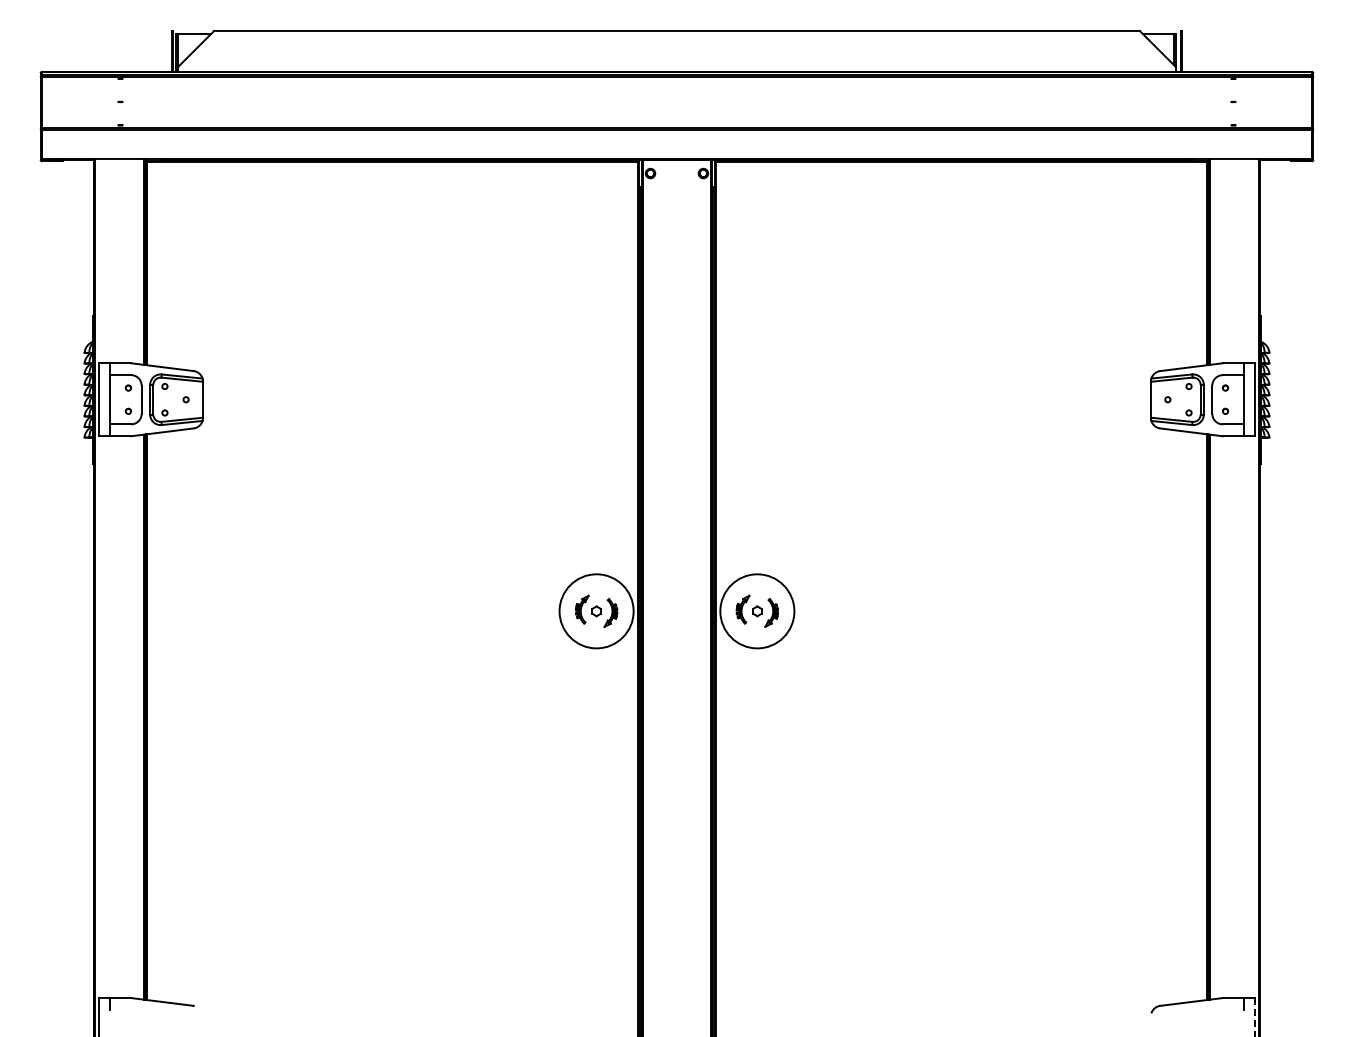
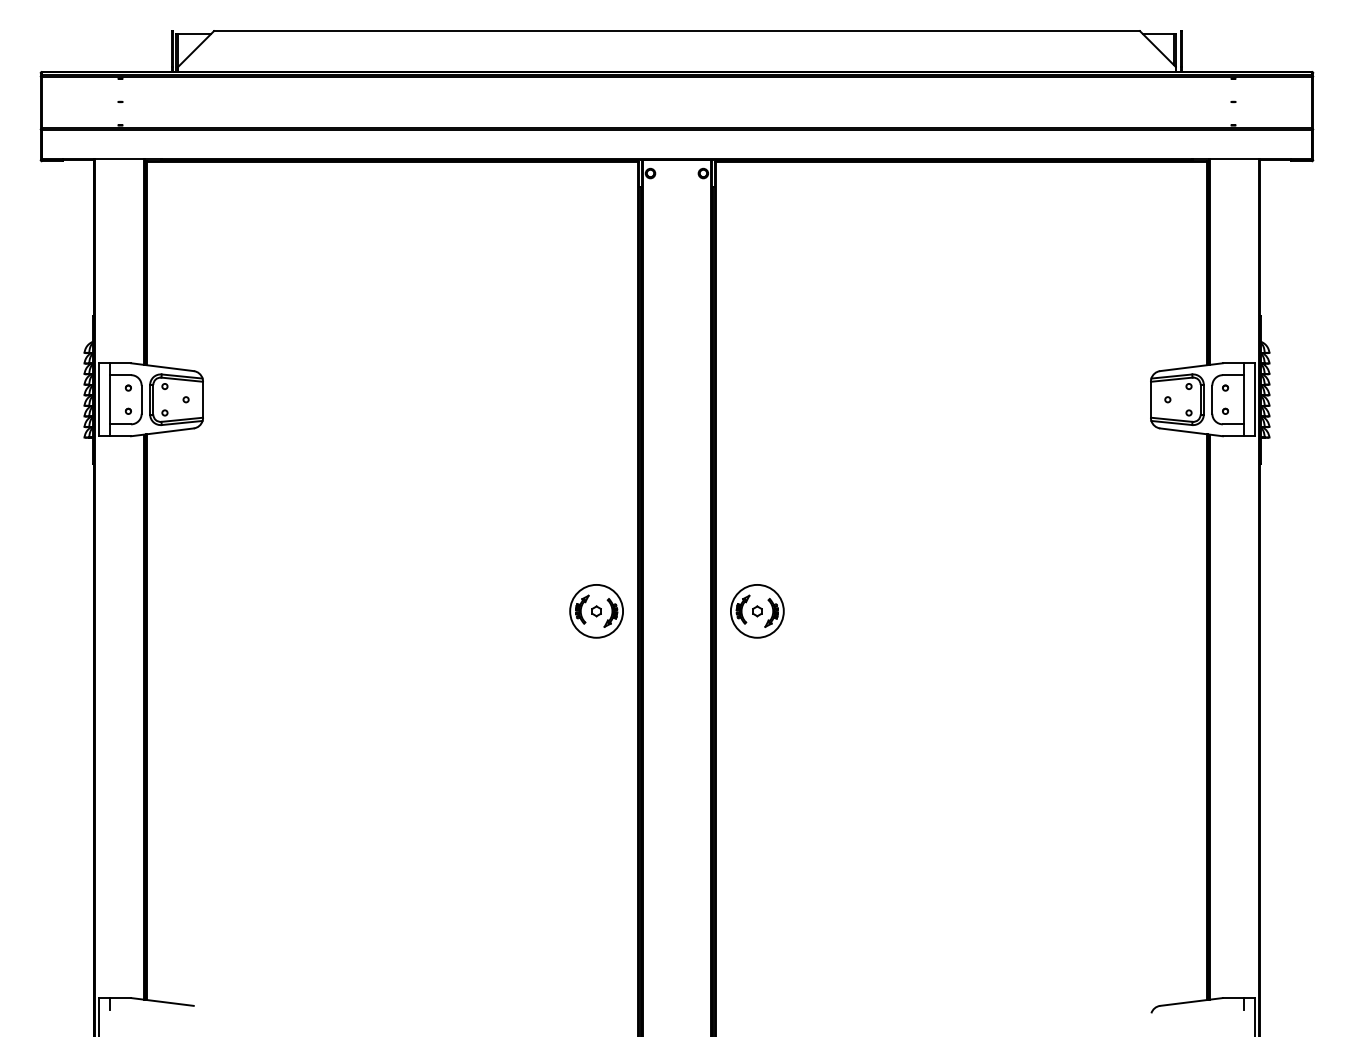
circle at (596, 611) diameter: 74 px -> 53 px
circle at (757, 611) diameter: 74 px -> 53 px
line at (1254, 1017): dashed -> solid
